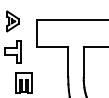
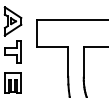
part at (12, 21) size: 14x23 px -> 20x31 px
part at (23, 82) position: (23, 82) -> (12, 82)
